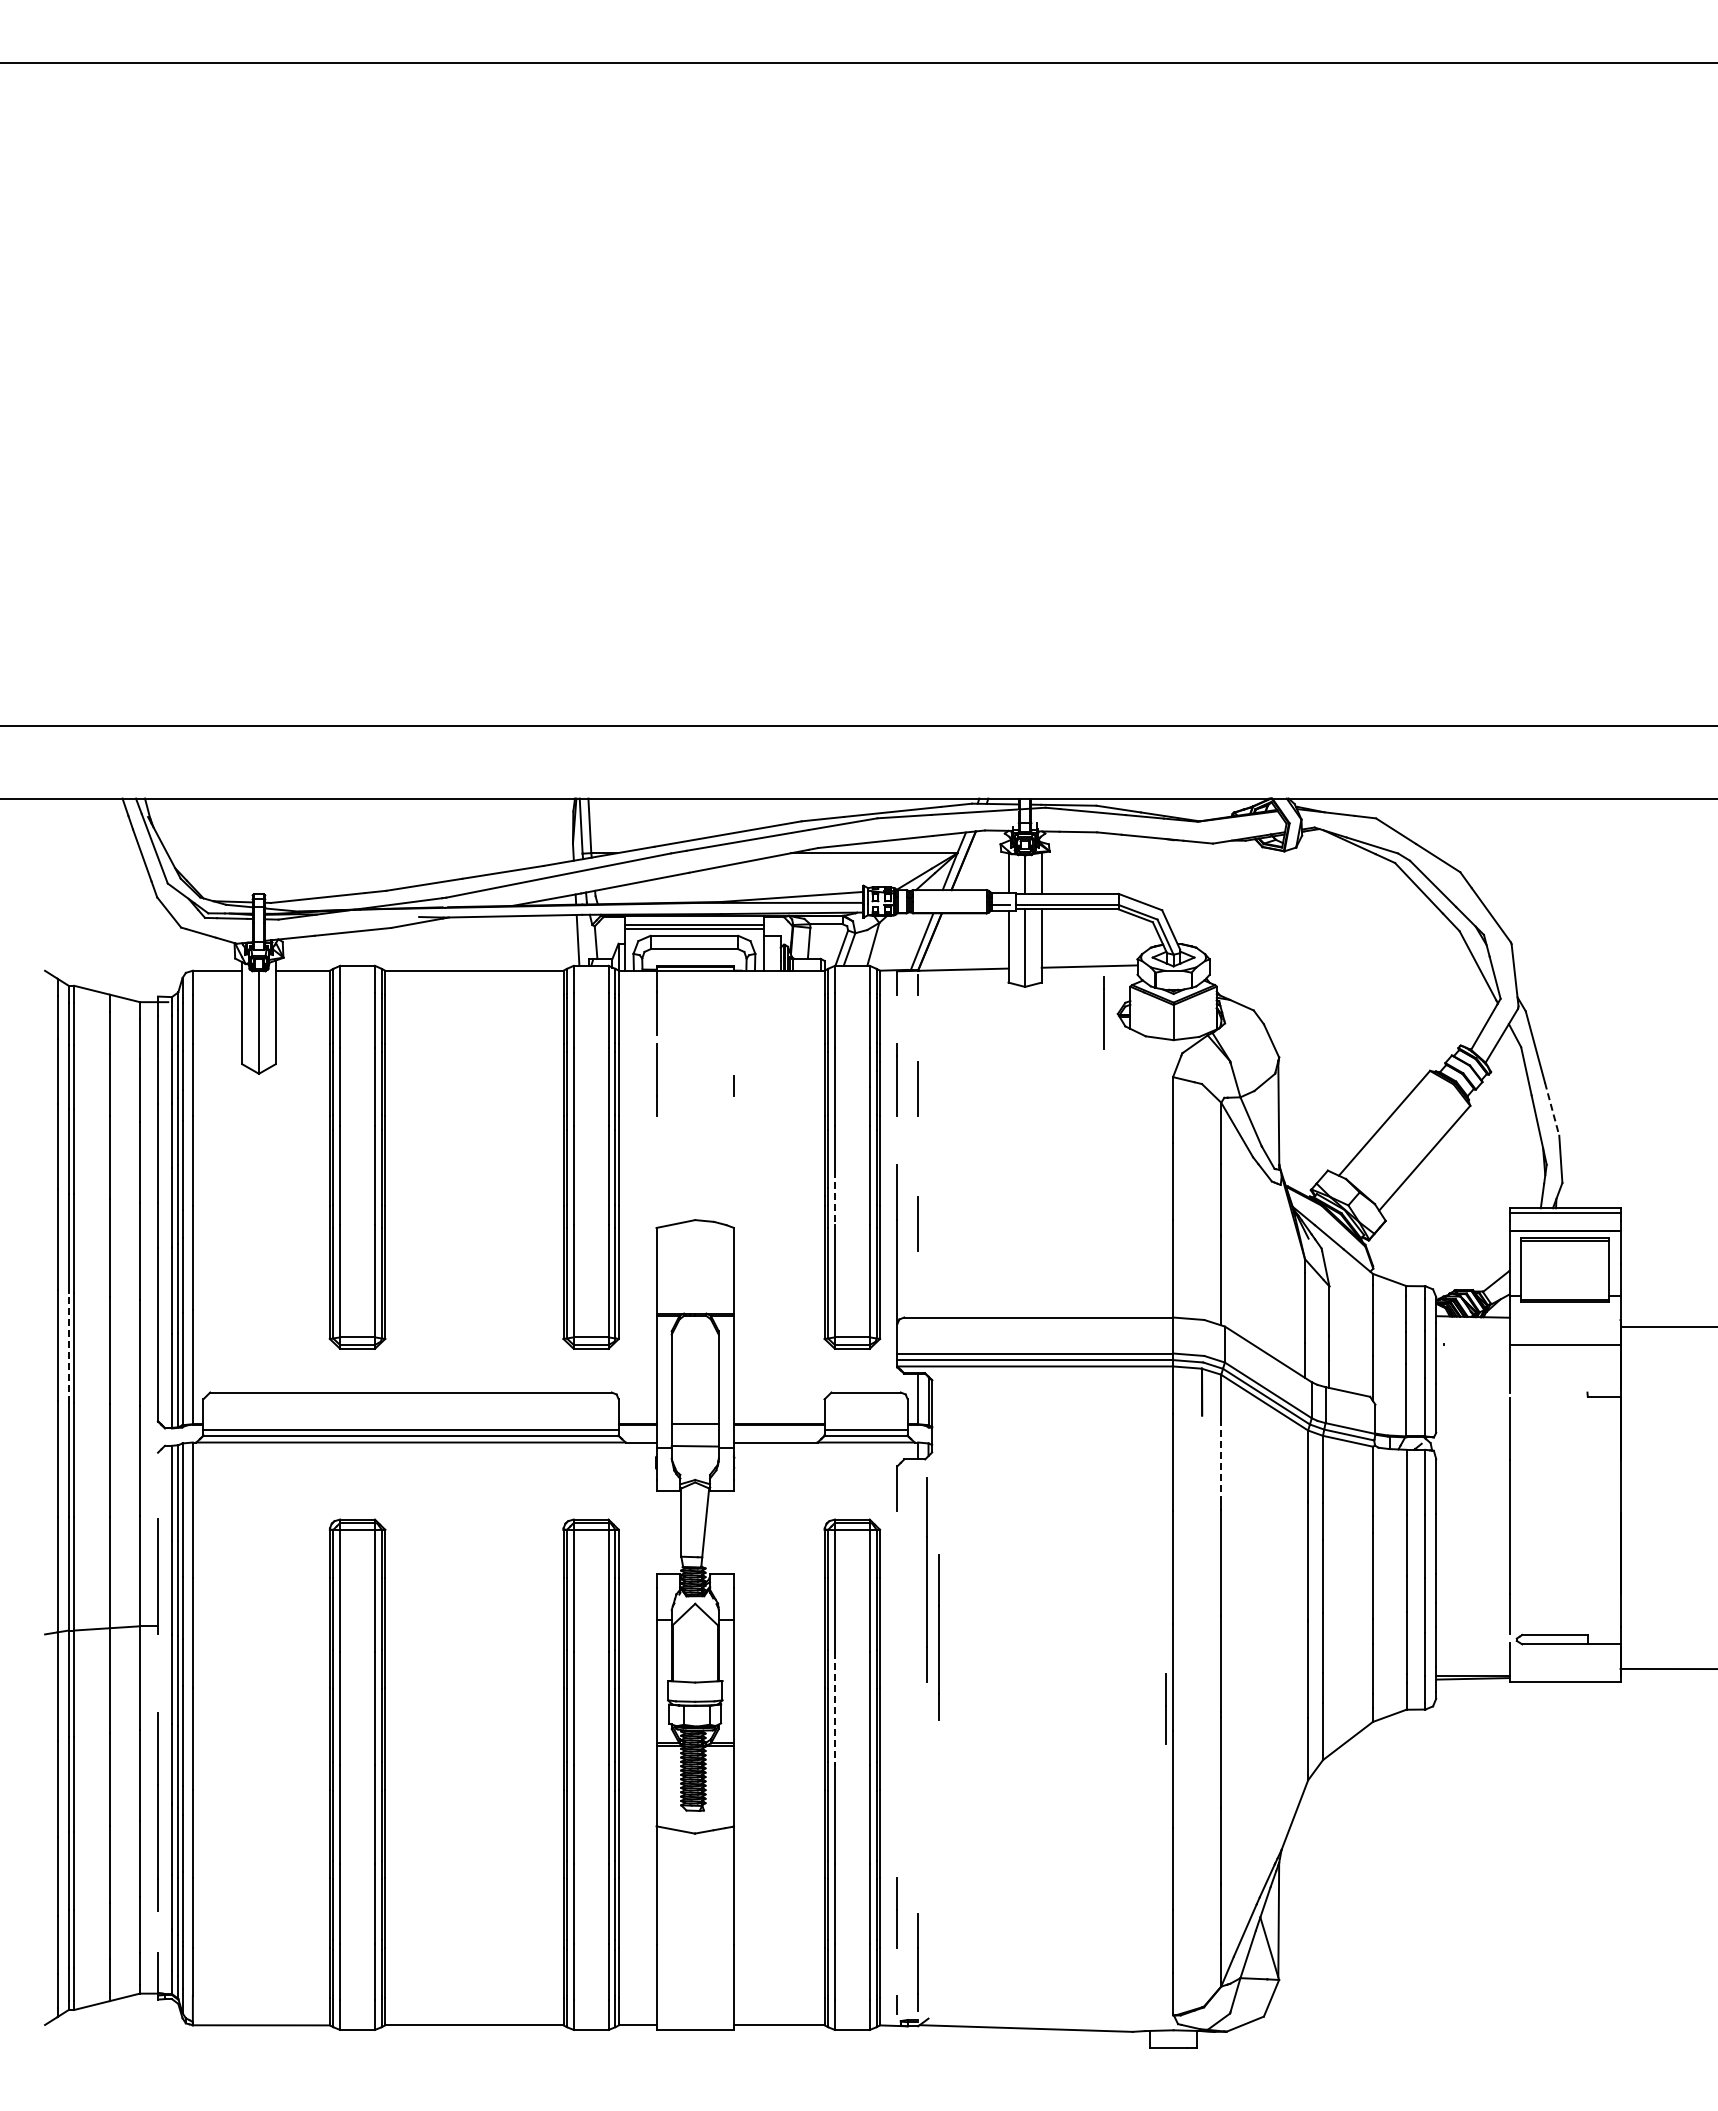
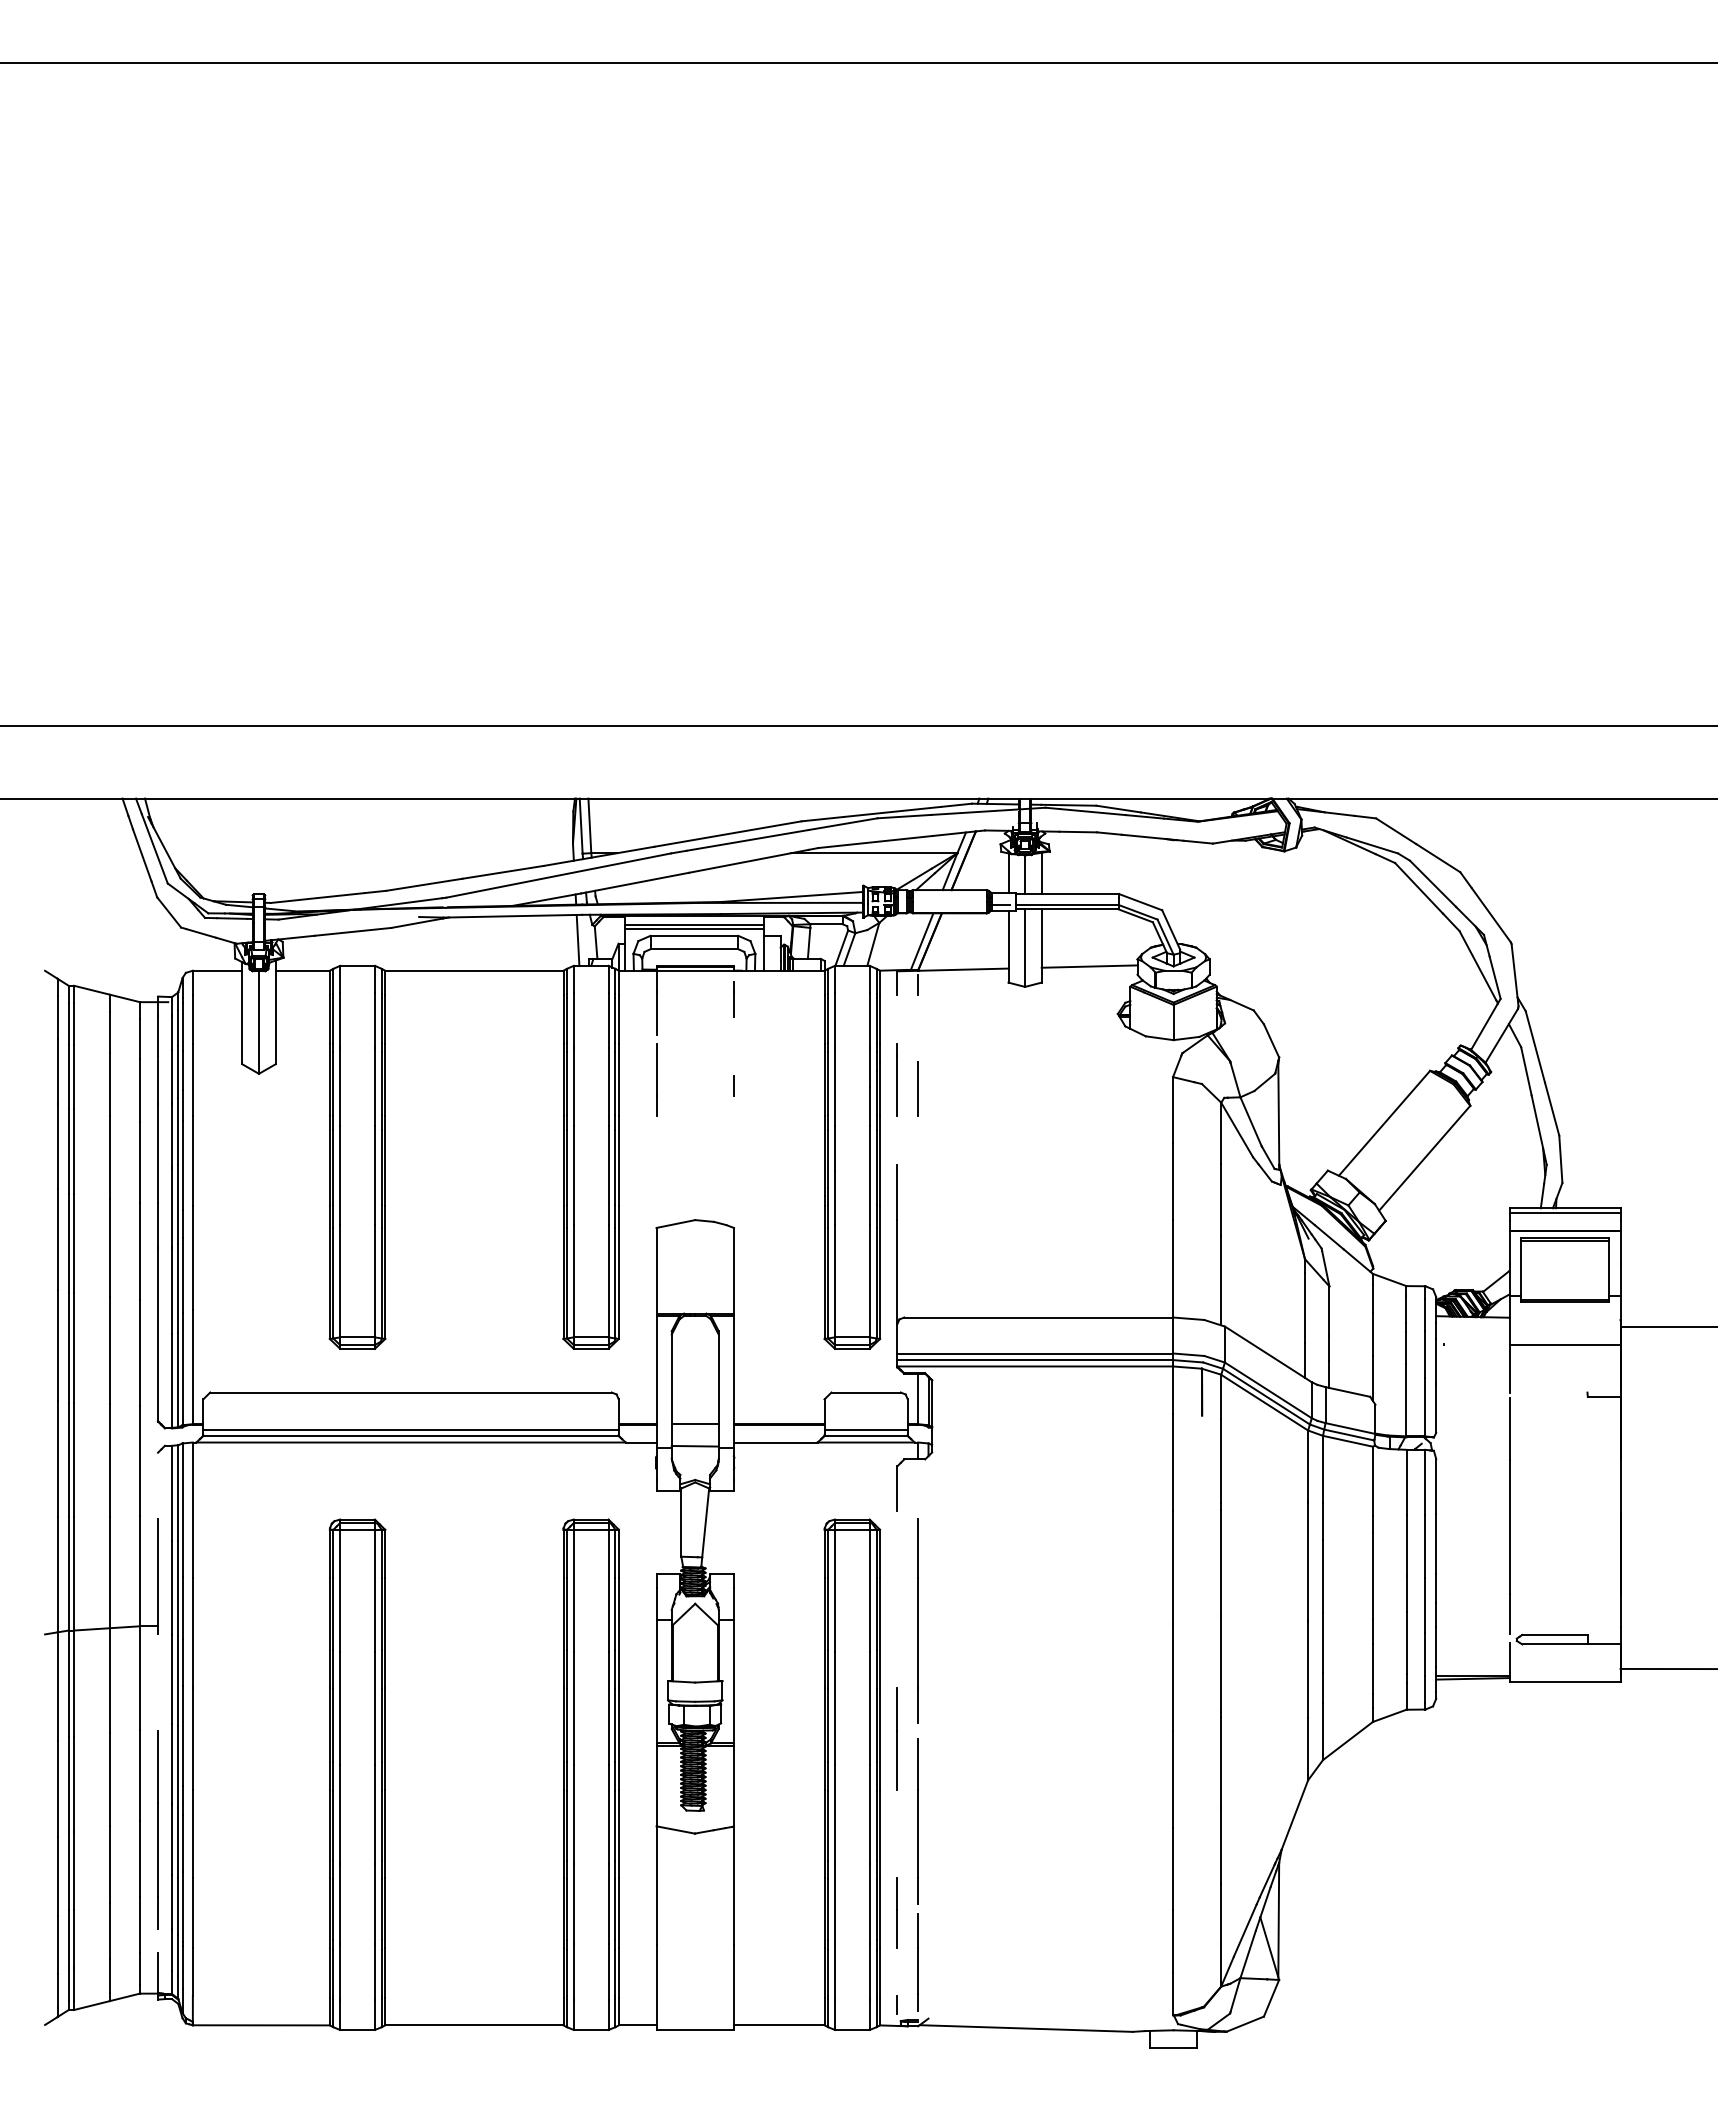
line at (733, 999): none -> present
line at (1103, 1012): present -> none
line at (1552, 1109): dashed -> solid
line at (834, 1197): dashed -> solid
line at (917, 1223): present -> none
line at (68, 1347): dashed -> solid
line at (1221, 1460): dashed -> solid
line at (926, 1579) position: (926, 1579) -> (917, 1620)
line at (938, 1637) position: (938, 1637) -> (917, 1821)
line at (834, 1708): dashed -> solid
line at (1165, 1708): present -> none
line at (896, 1738): none -> present
line at (157, 1811) position: (157, 1811) -> (157, 1829)
